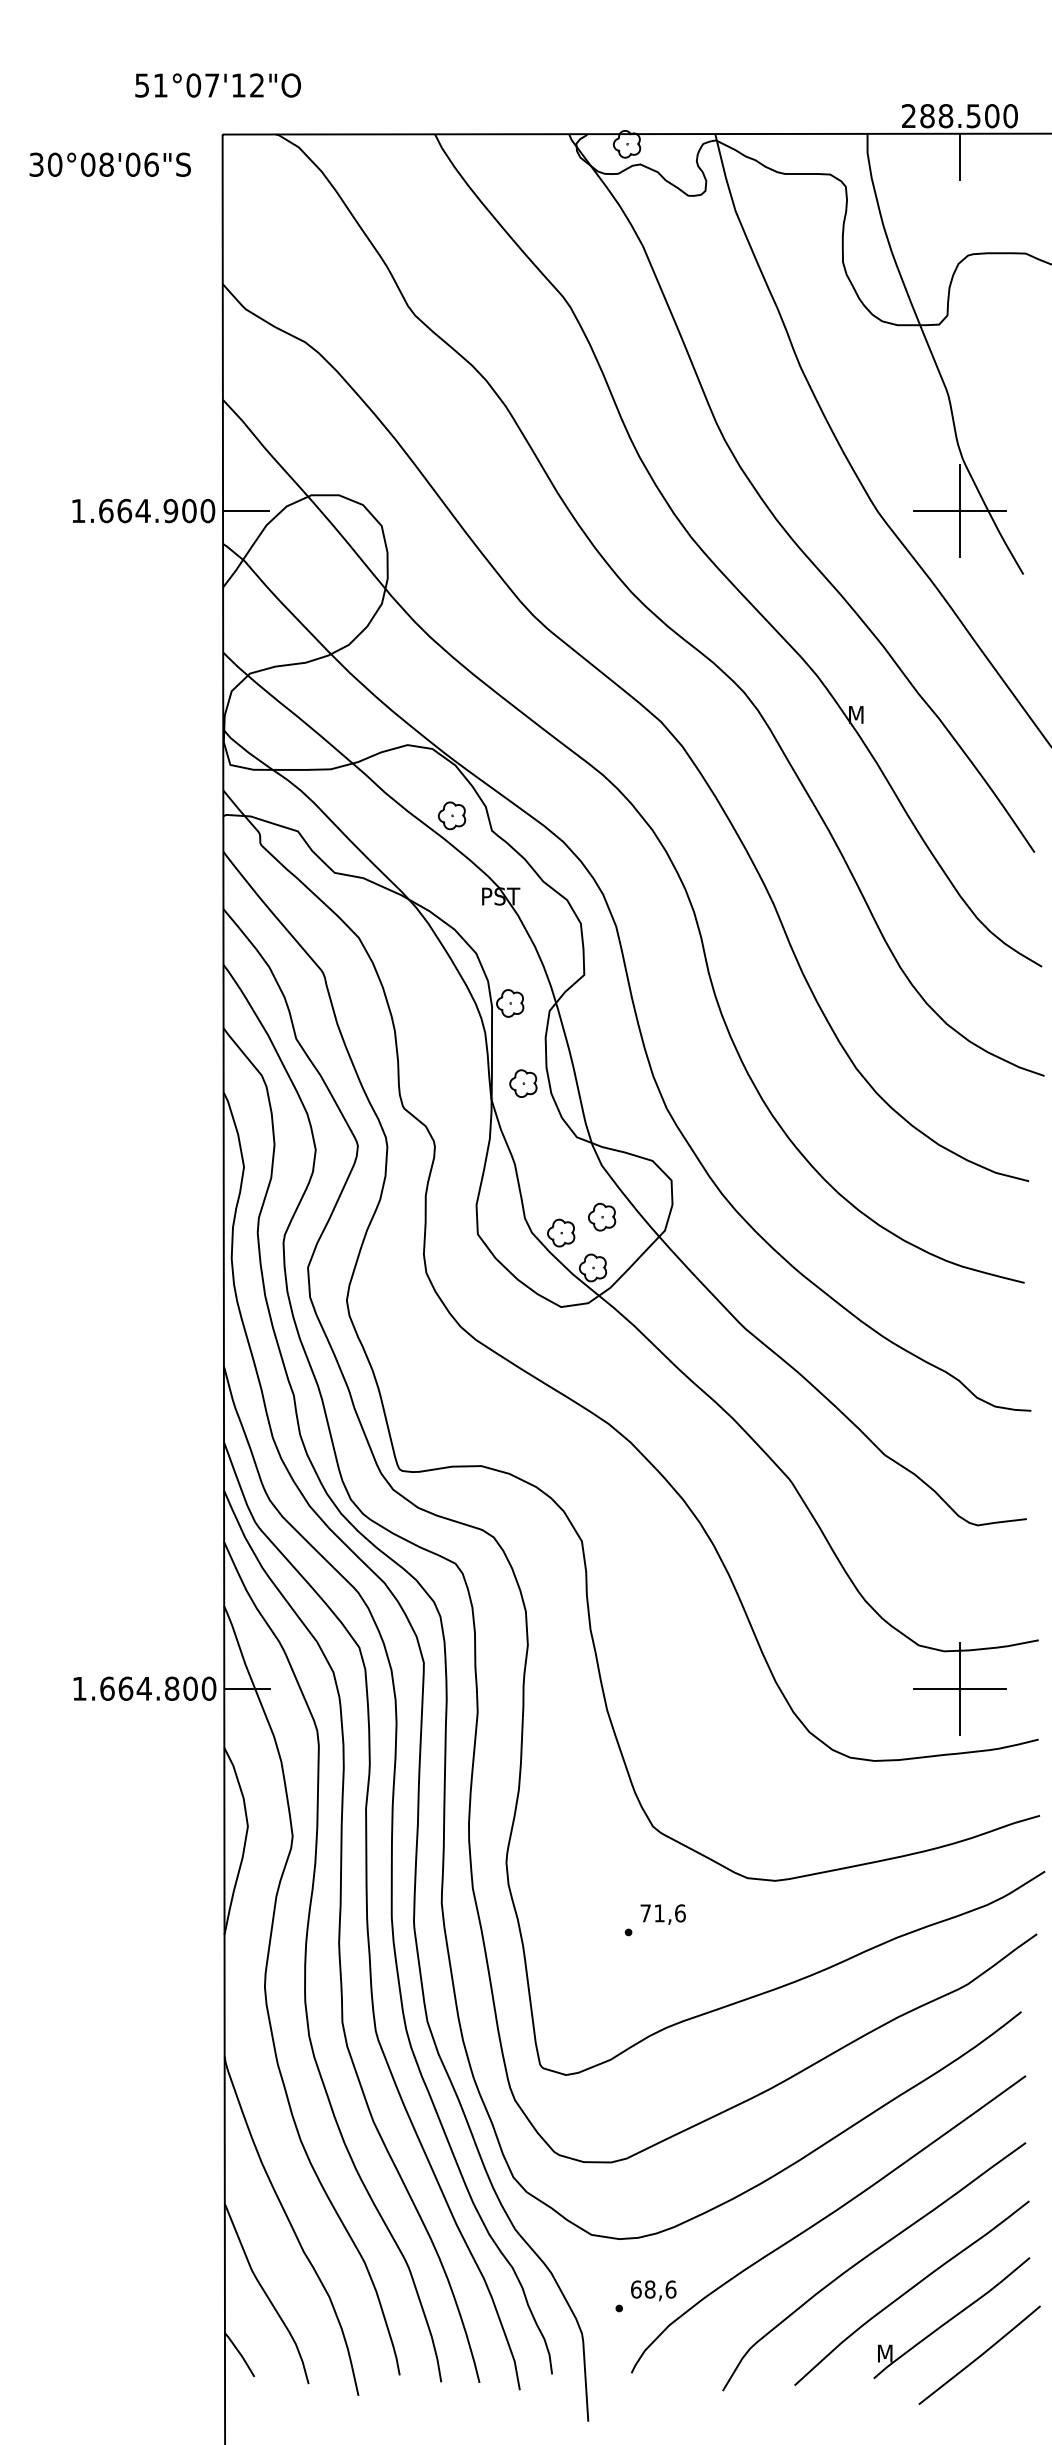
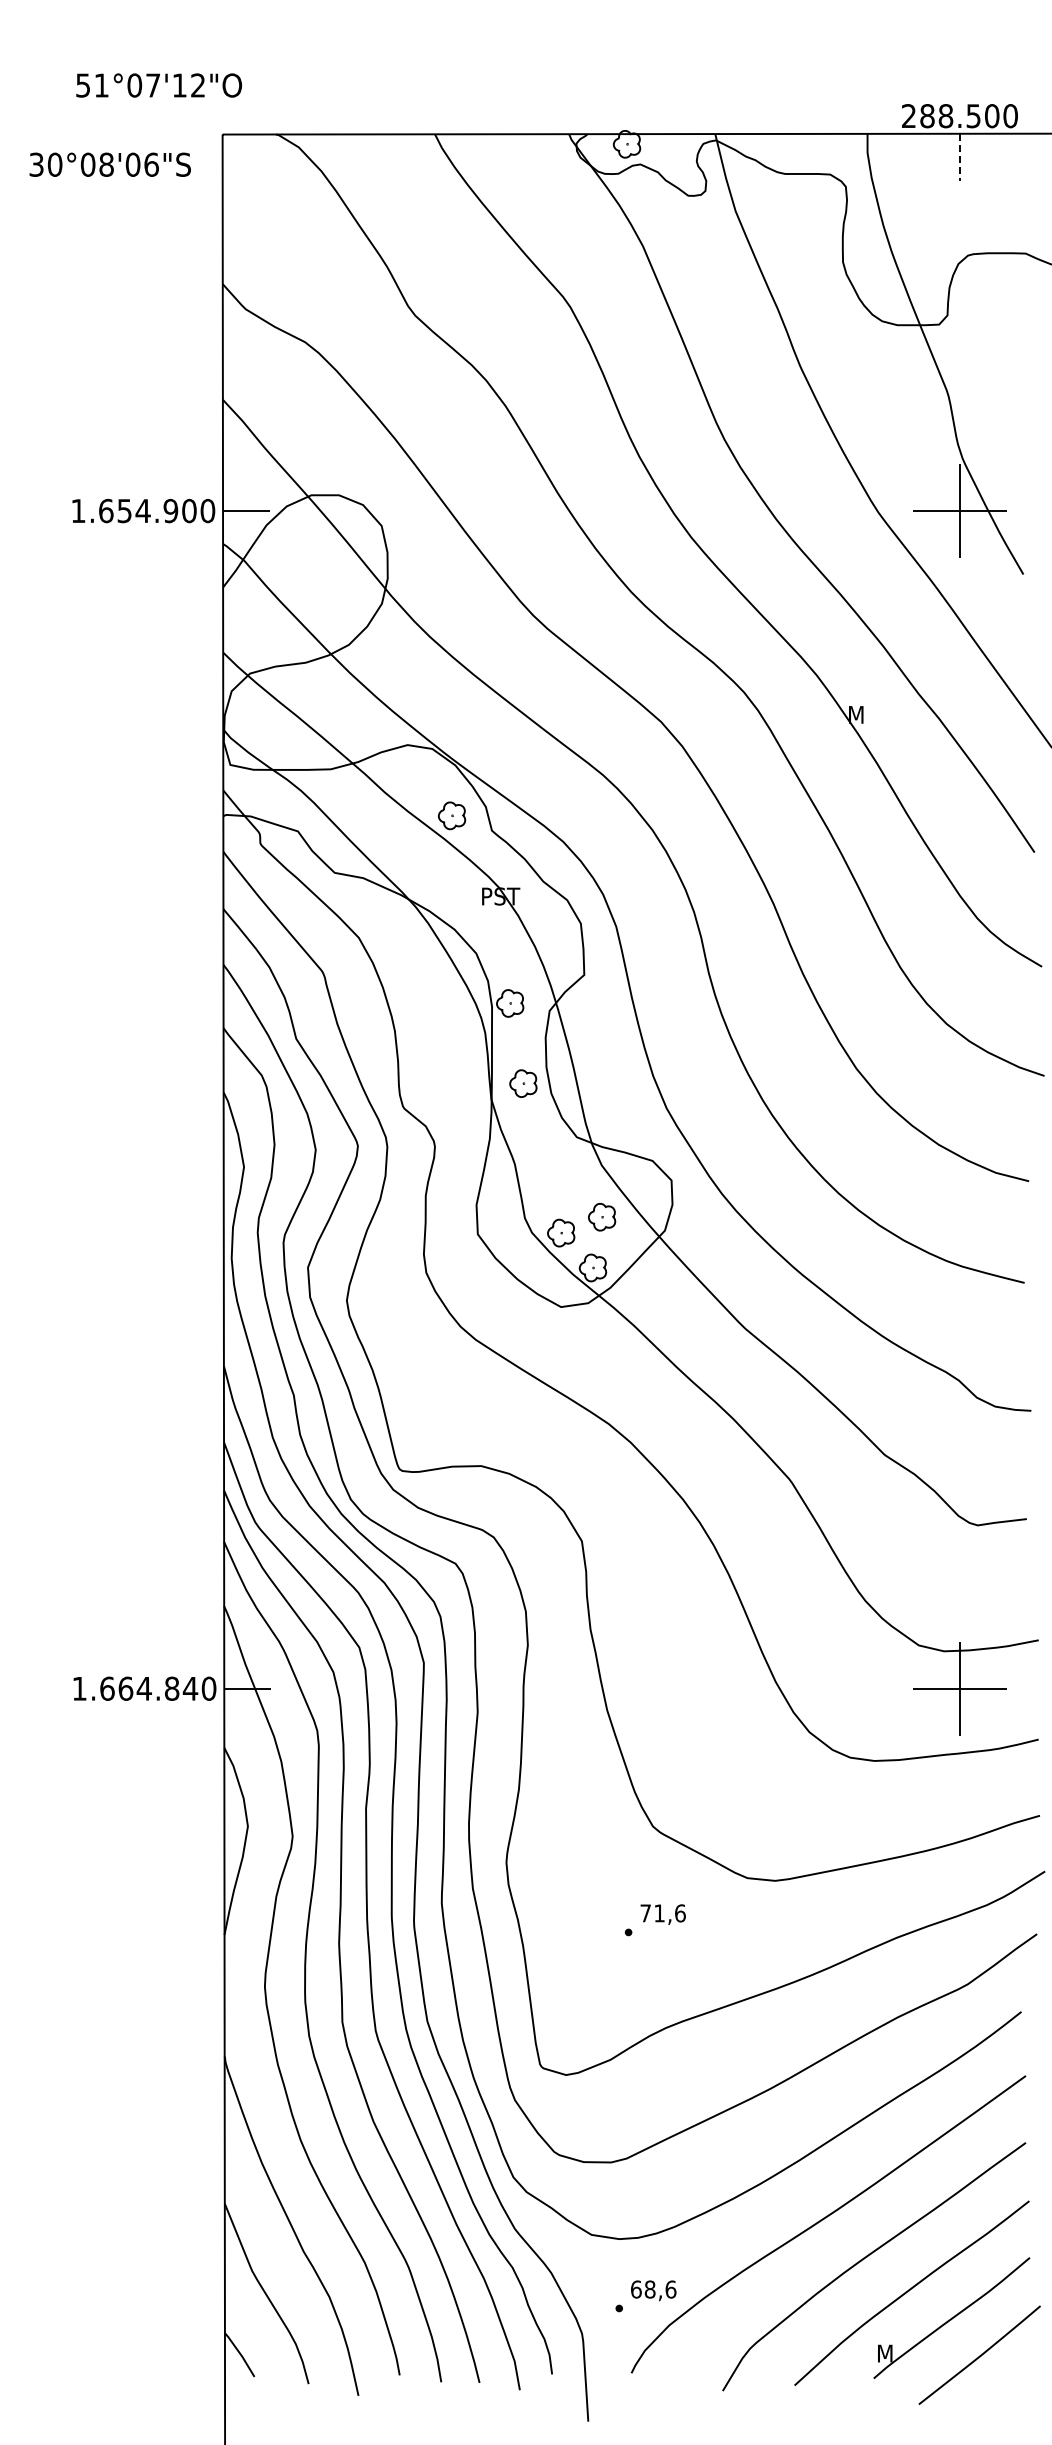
text at (218, 85) position: (218, 85) -> (159, 85)
line at (959, 157): solid -> dashed
text at (124, 510): 1.664.900 -> 1.654.900
text at (190, 1688): 1.664.800 -> 1.664.840
